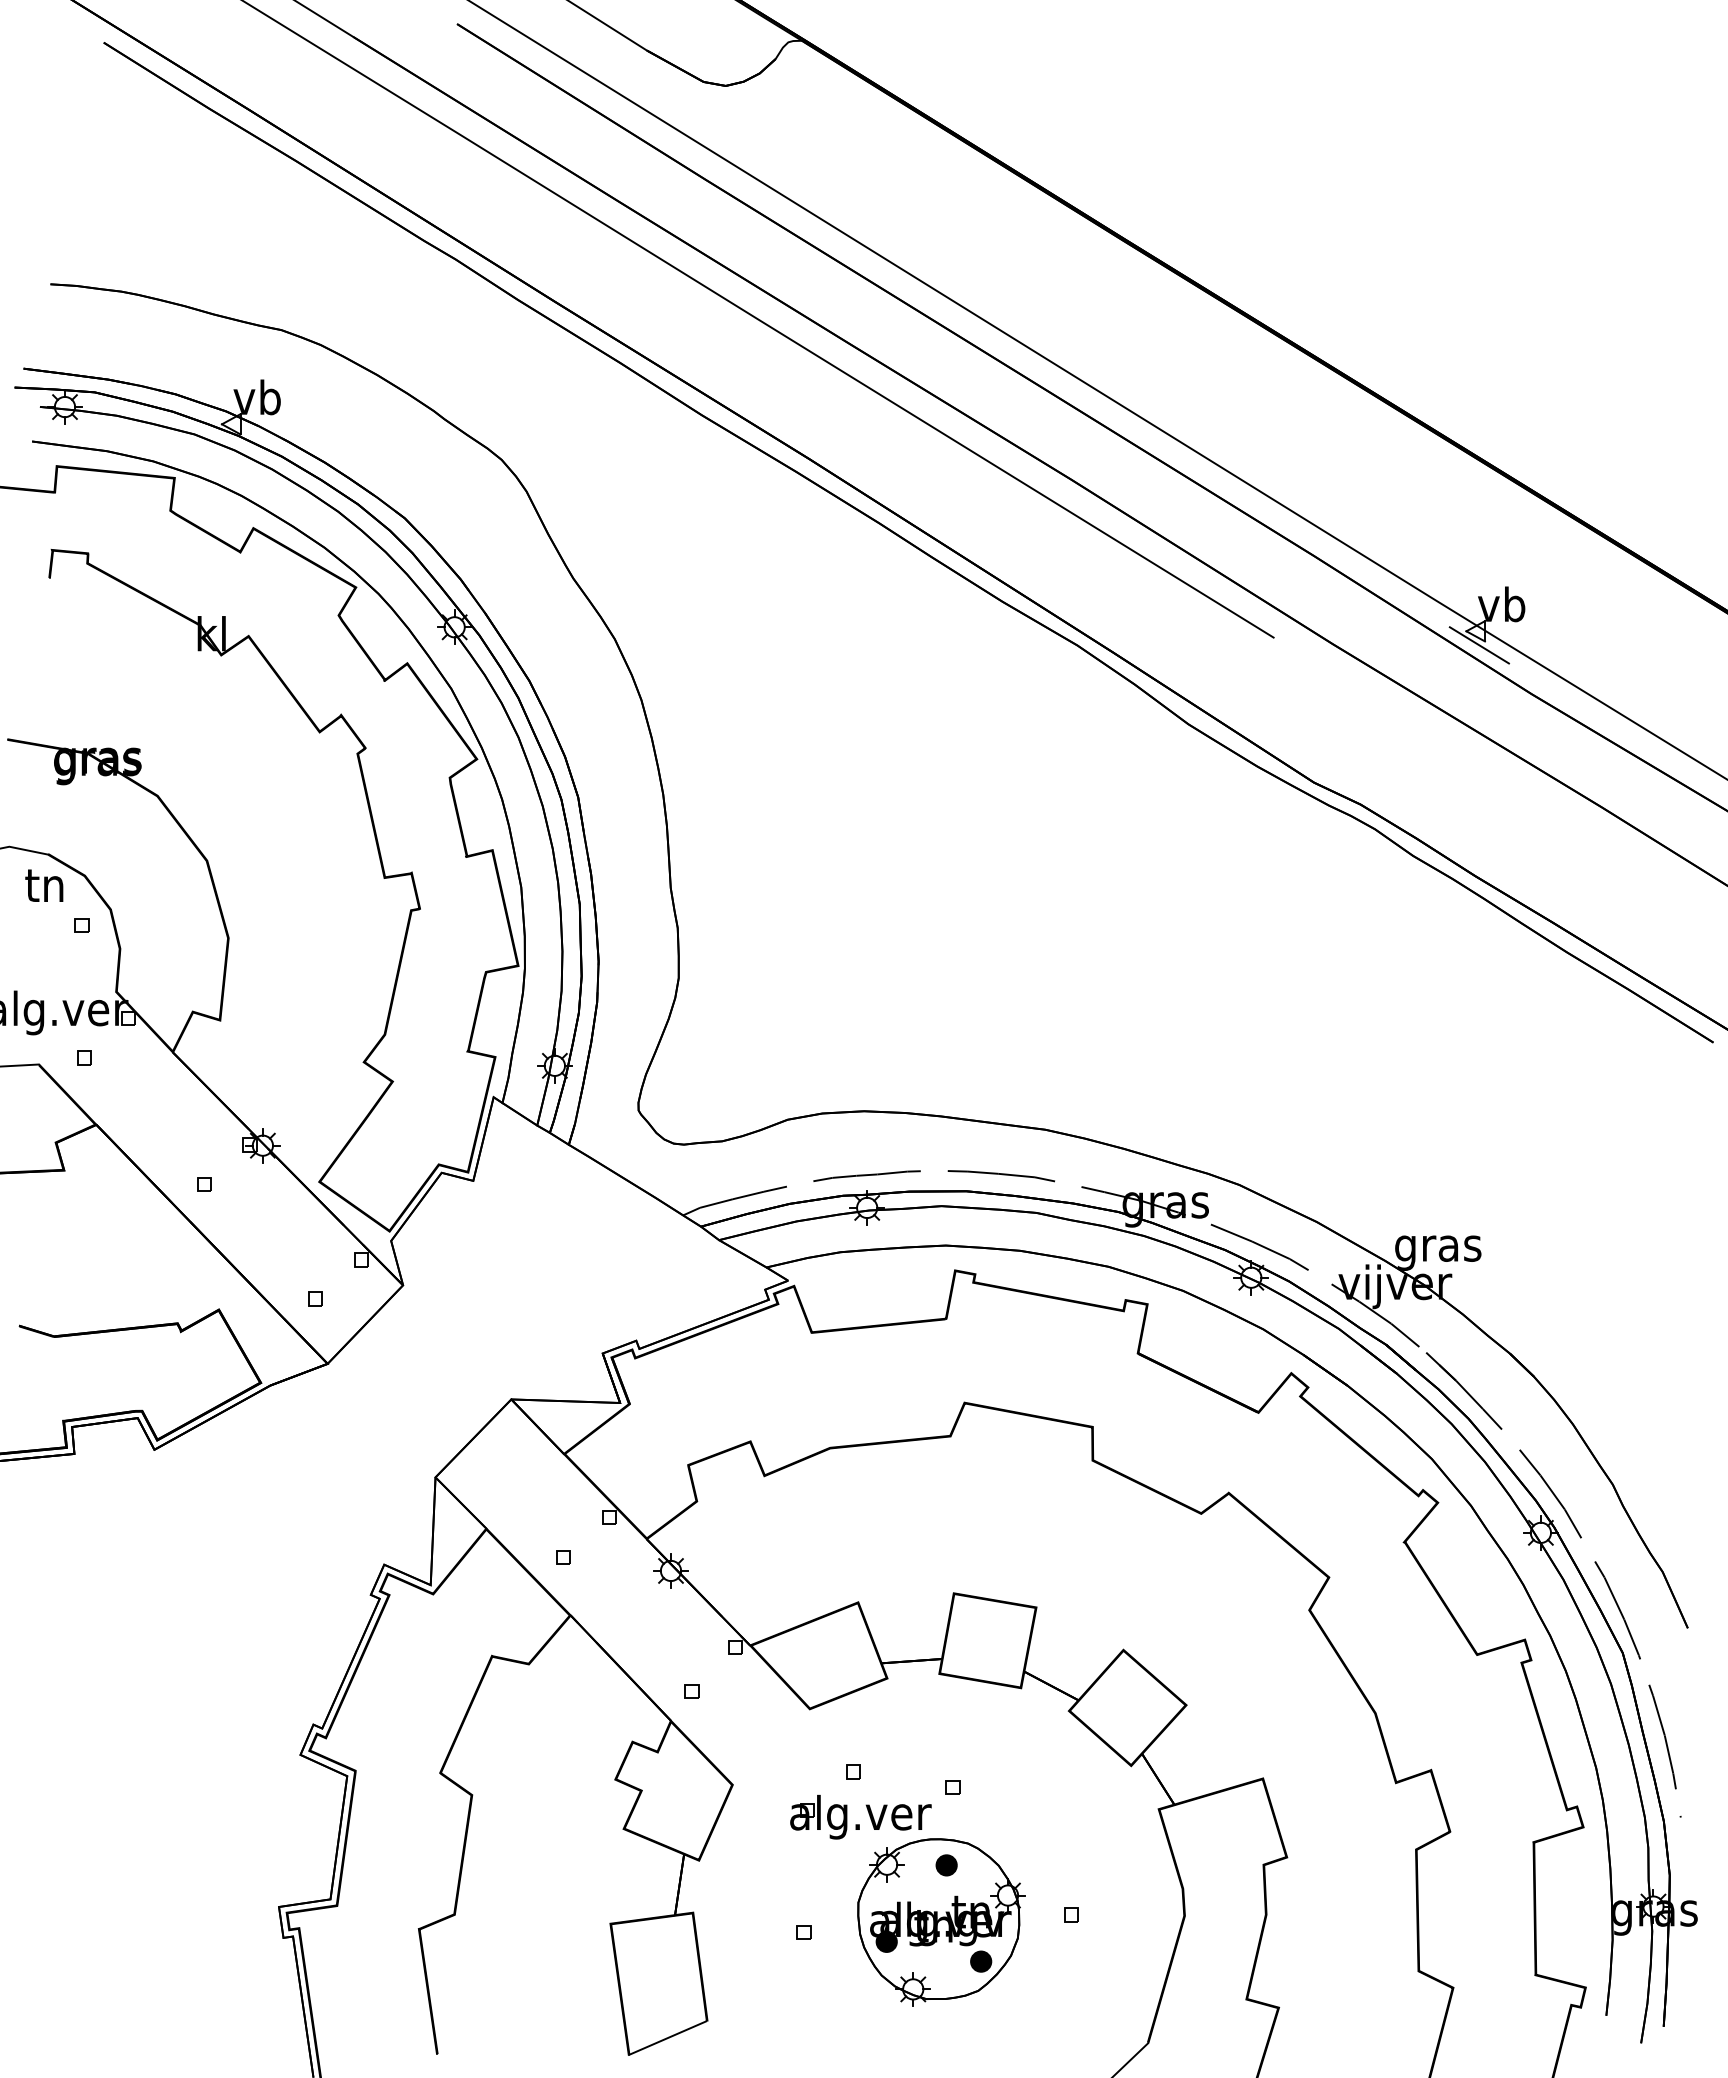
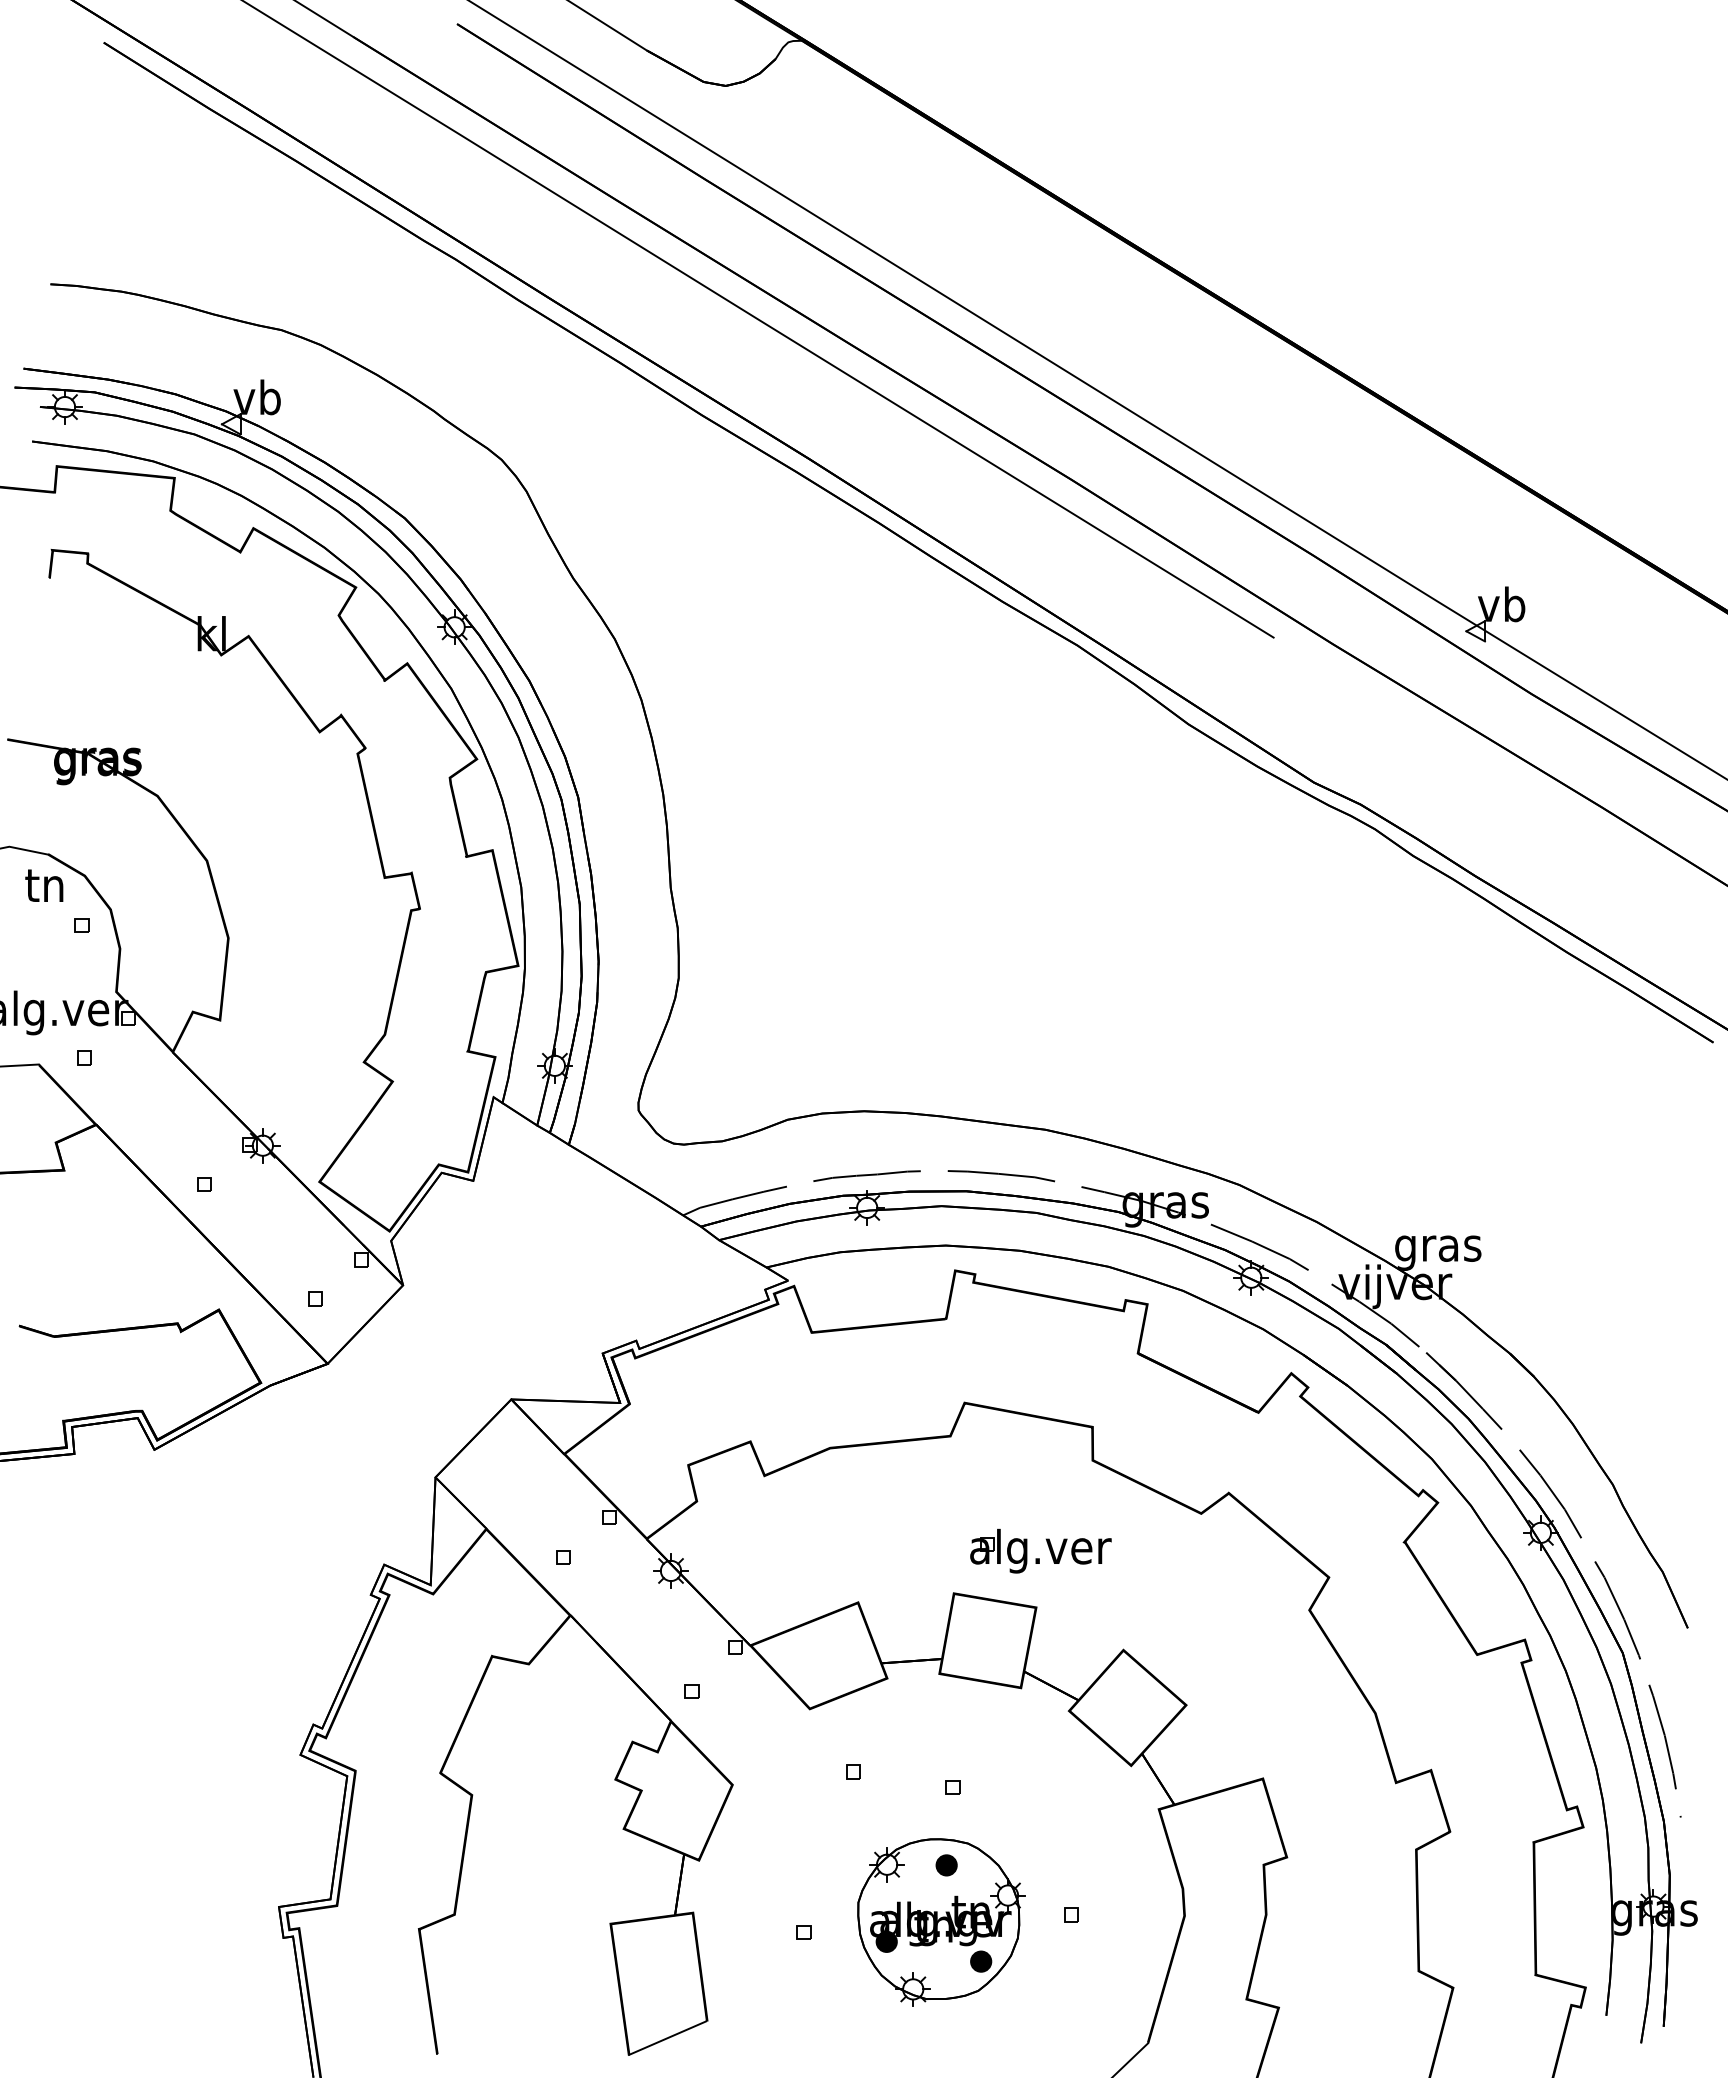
line at (1478, 645): present -> none
part at (859, 1824) position: (859, 1824) -> (1039, 1558)
